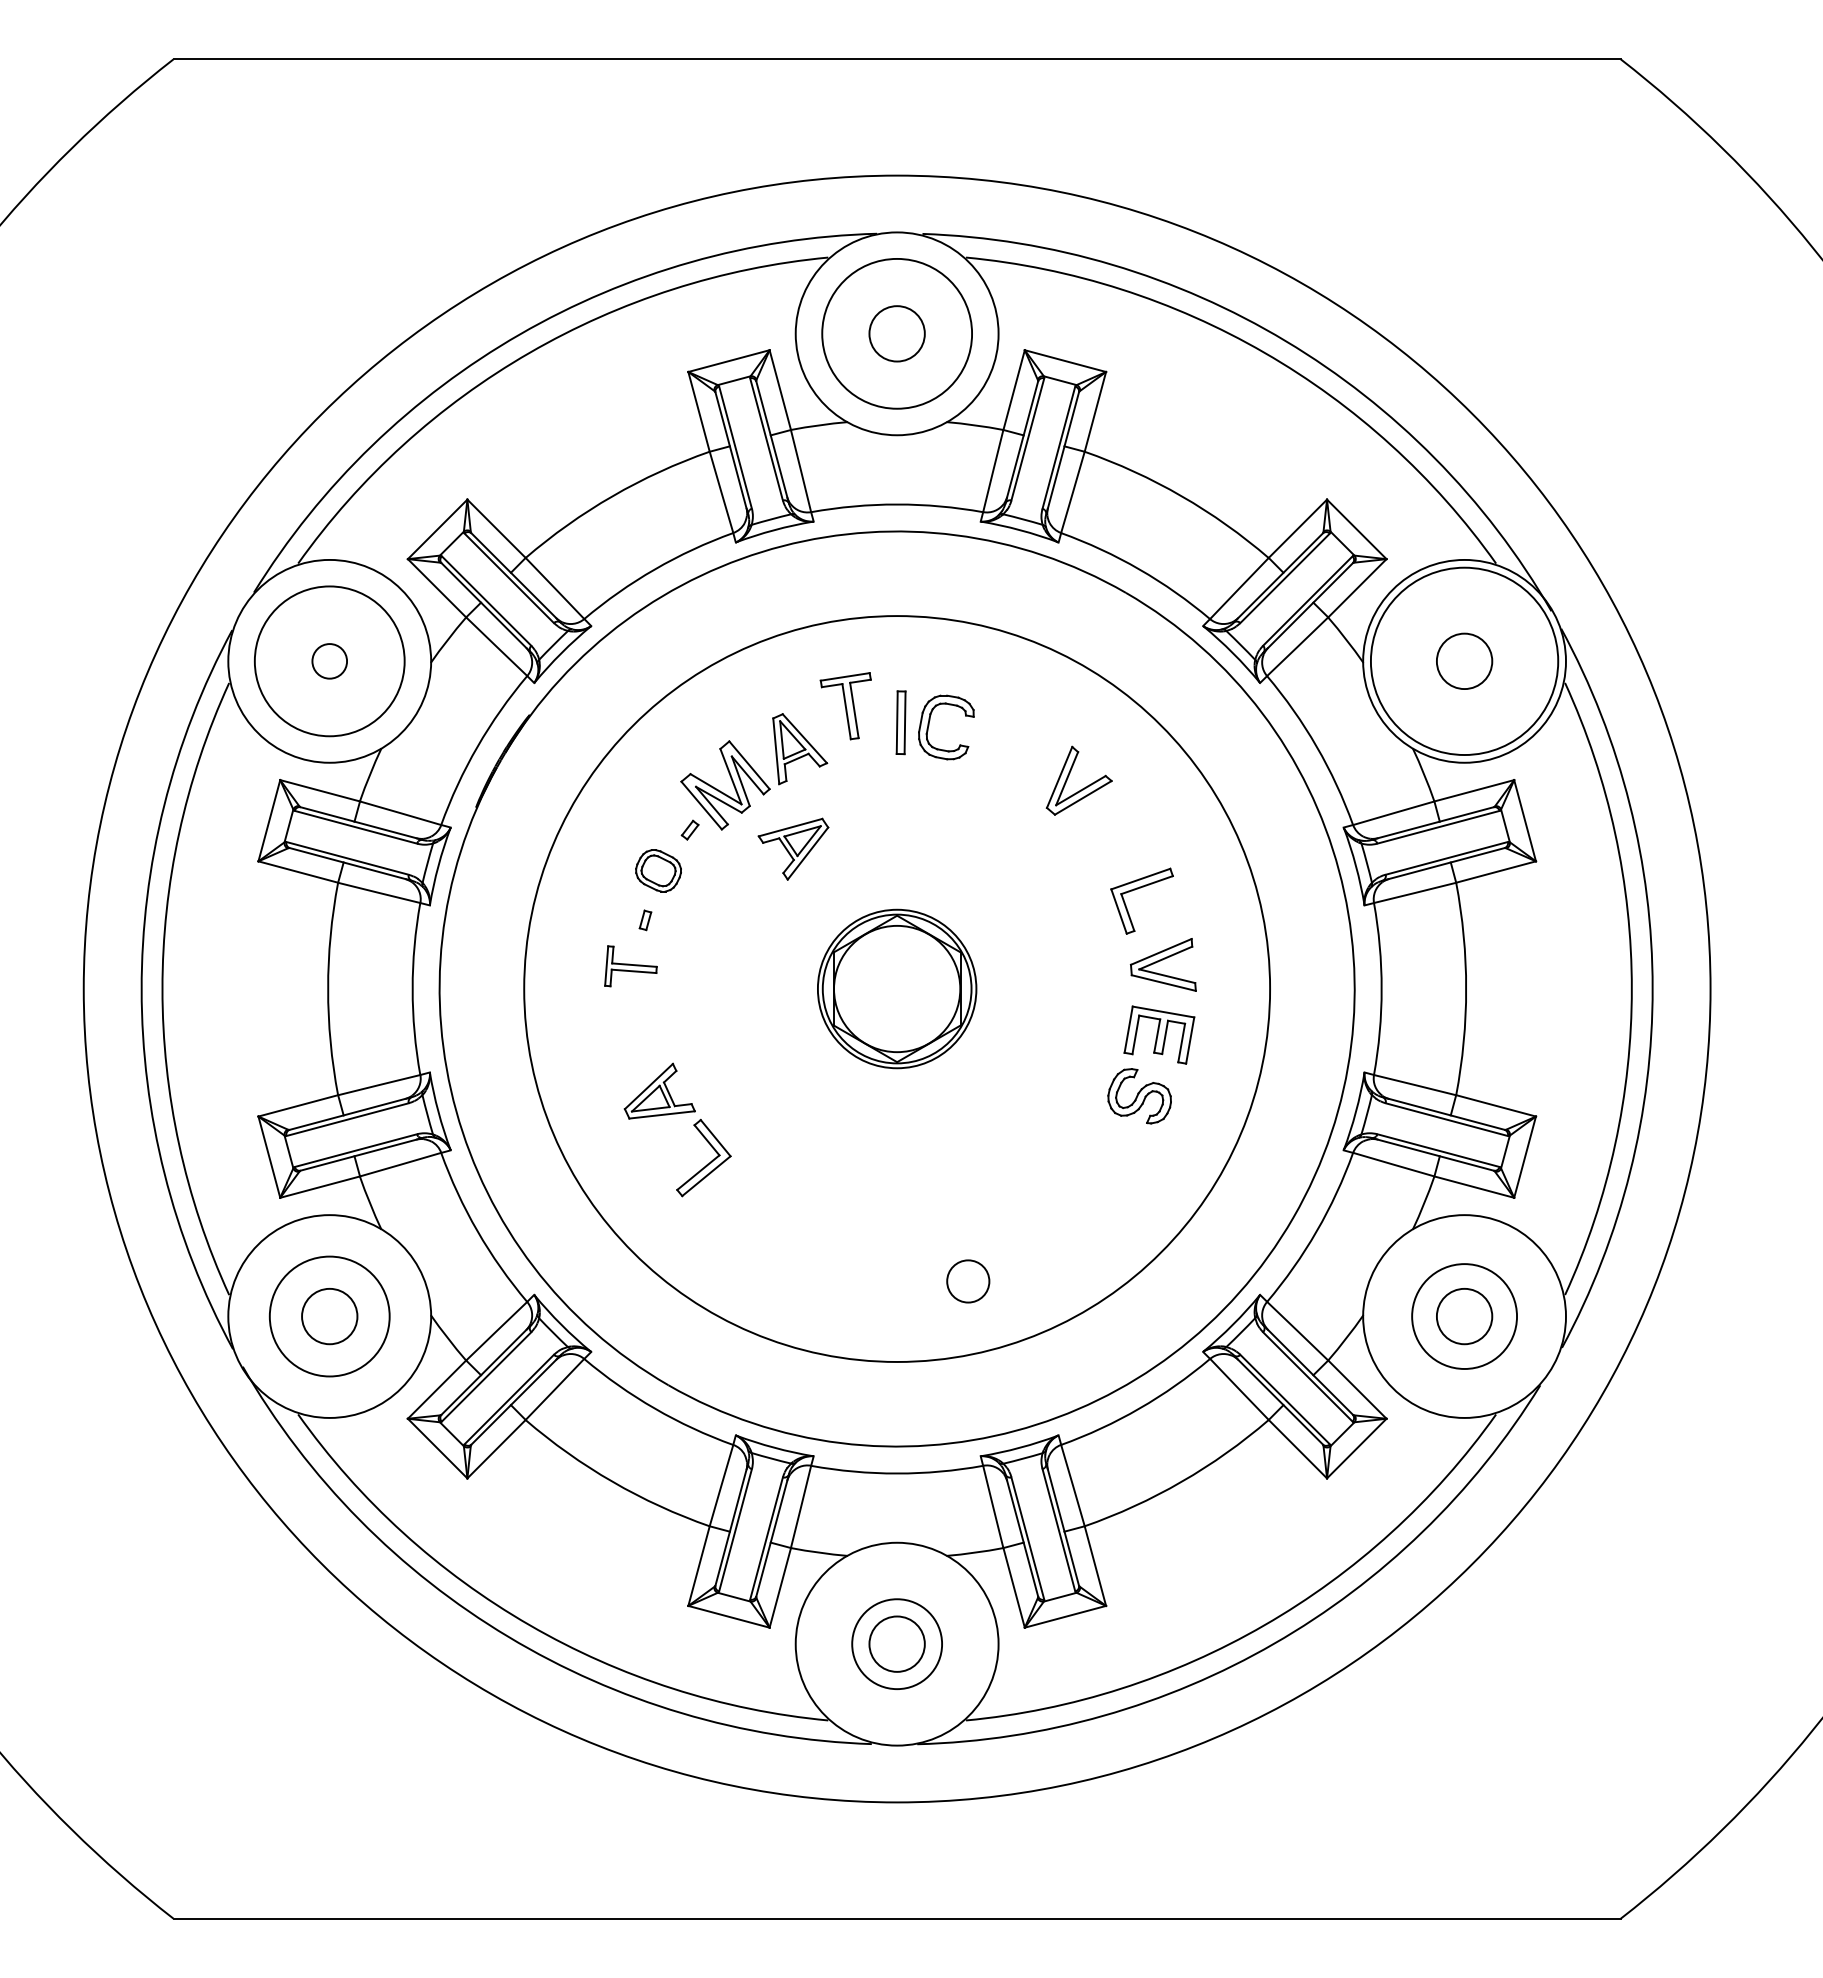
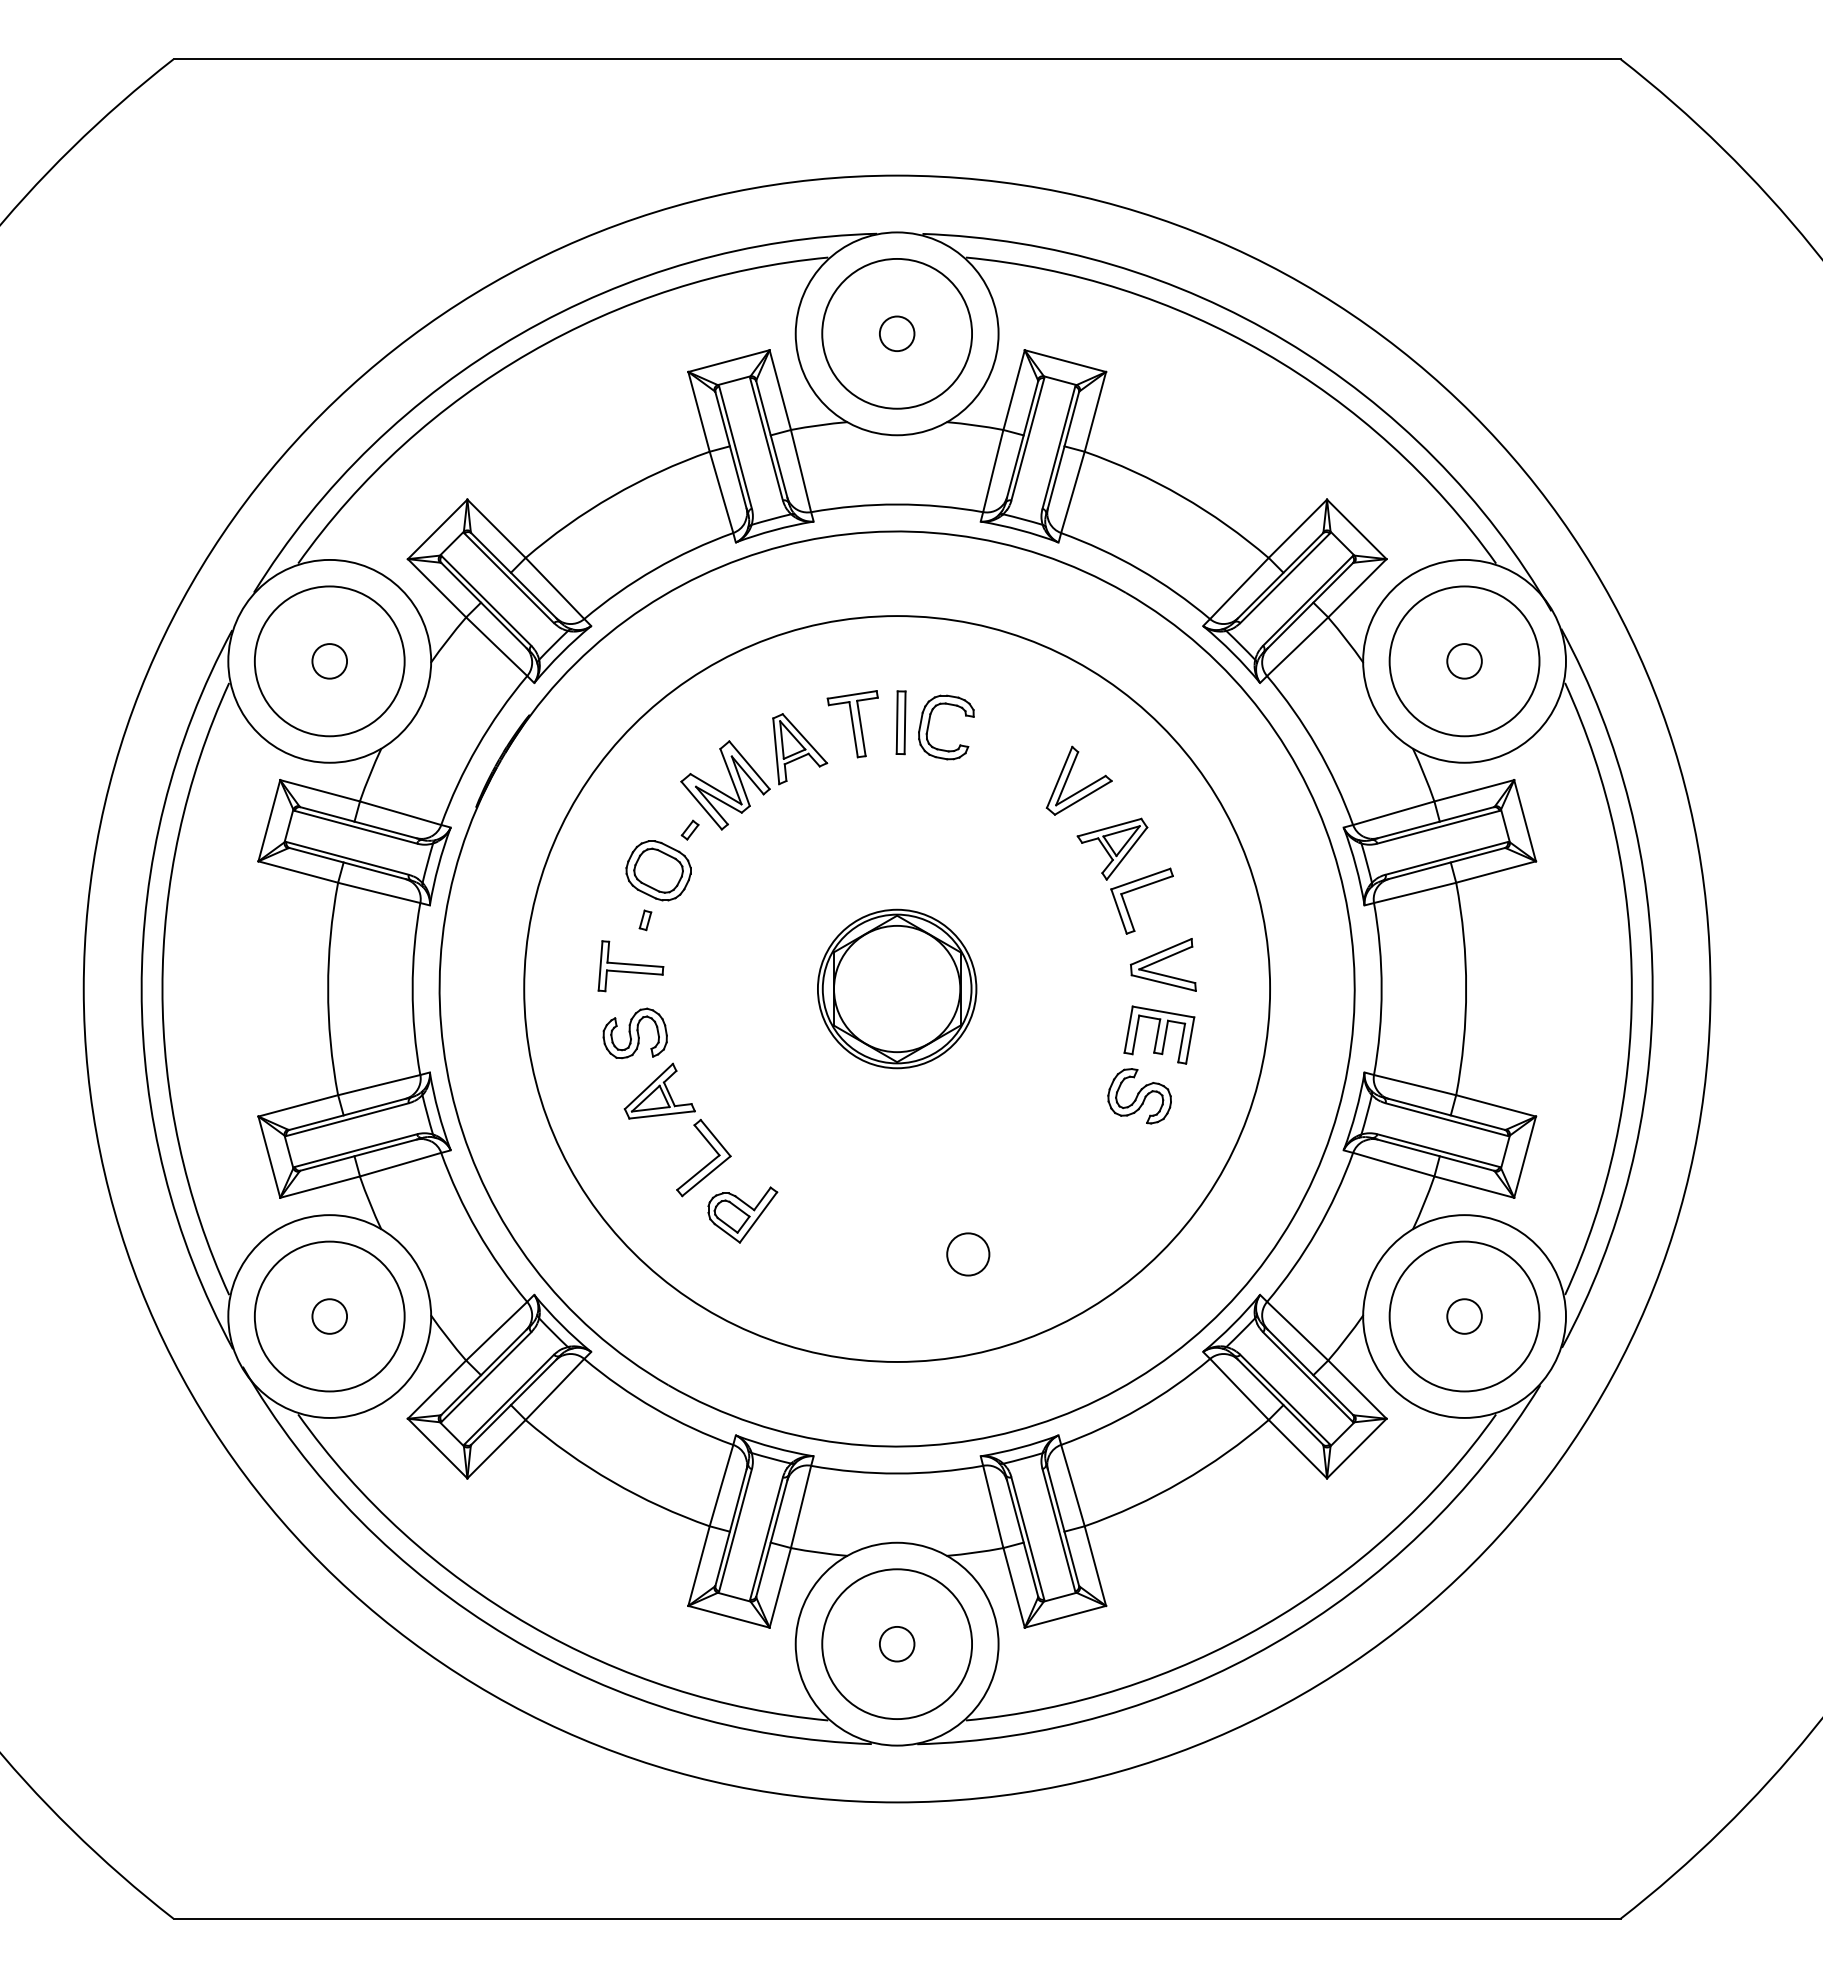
circle at (896, 333) diameter: 55 px -> 35 px
circle at (1464, 661) diameter: 187 px -> 150 px
circle at (1464, 661) diameter: 55 px -> 35 px
part at (845, 706) position: (845, 706) -> (852, 724)
part at (793, 848) position: (793, 848) -> (1112, 848)
part at (658, 870) size: 47x44 px -> 67x62 px
part at (630, 966) size: 54x43 px -> 68x53 px
part at (634, 1033): none -> present
part at (742, 1214): none -> present
circle at (968, 1281) position: (968, 1281) -> (968, 1254)
circle at (329, 1316) diameter: 120 px -> 150 px
circle at (329, 1316) diameter: 55 px -> 35 px
circle at (1464, 1316) diameter: 105 px -> 150 px
circle at (1464, 1316) diameter: 55 px -> 35 px
circle at (896, 1643) diameter: 55 px -> 35 px
circle at (897, 1644) diameter: 90 px -> 150 px
